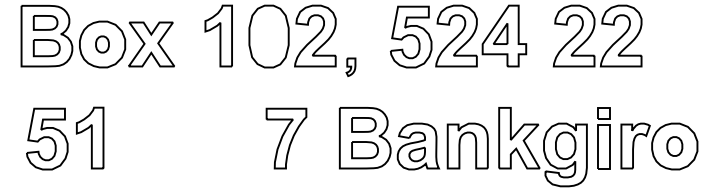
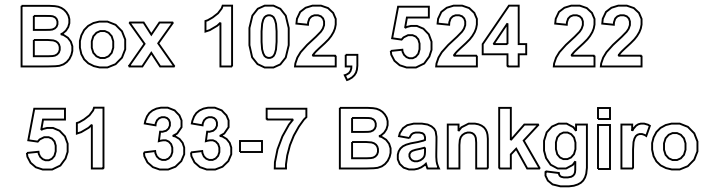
part at (268, 36): none -> present
part at (102, 44) size: 15x19 px -> 25x29 px
part at (350, 66) size: 12x20 px -> 16x28 px
part at (202, 138): none -> present
part at (674, 146) size: 18x21 px -> 24x29 px
